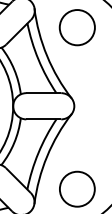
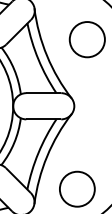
part at (76, 27) position: (76, 27) -> (86, 39)
